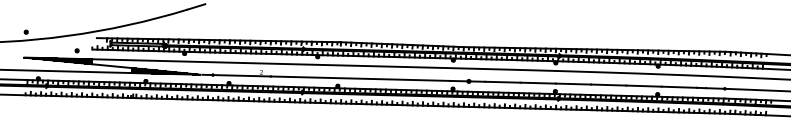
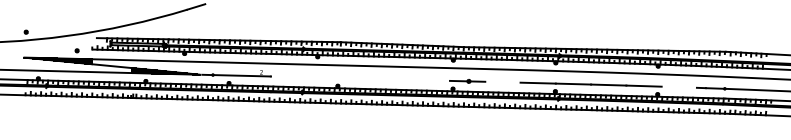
line at (360, 78): present -> none
line at (502, 81): present -> none
line at (678, 86): present -> none
